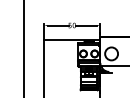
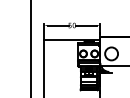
line at (23, 48) position: (23, 48) -> (30, 48)
